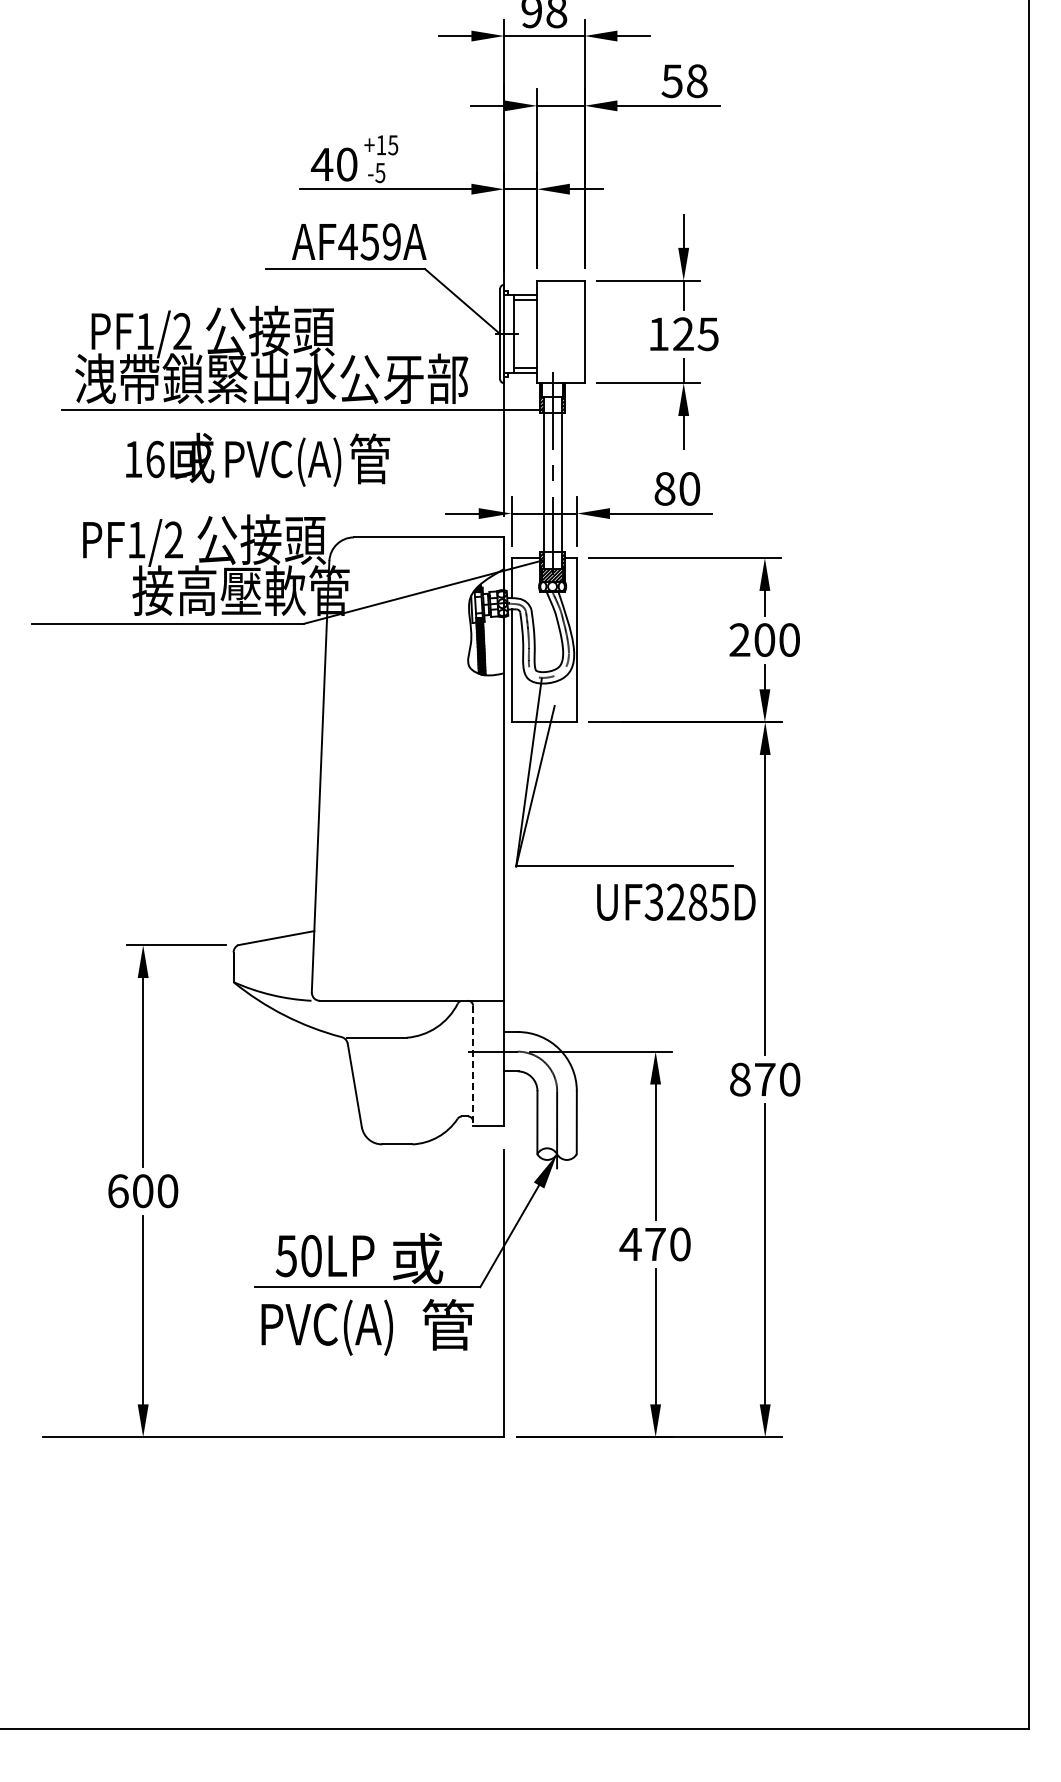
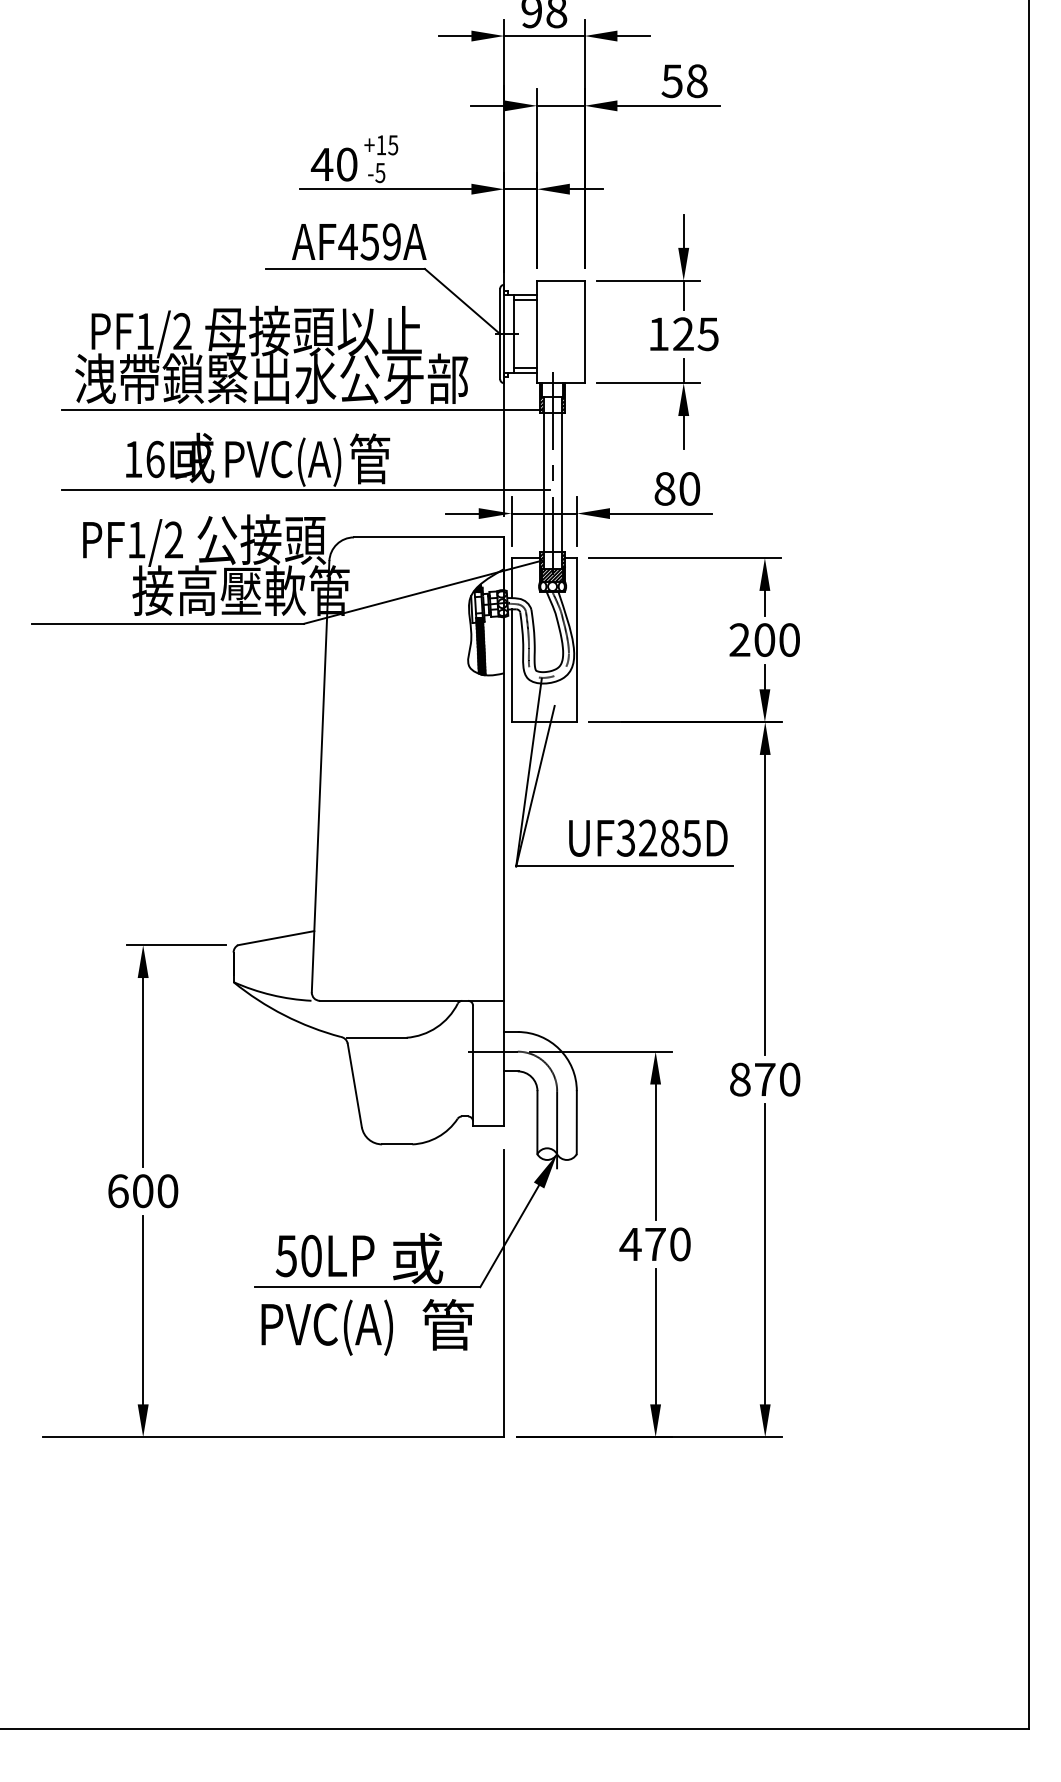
text at (313, 331): 公接頭 -> 母接頭以止
line at (305, 490): none -> present
text at (676, 901) position: (676, 901) -> (648, 837)
line at (473, 1066): dashed -> solid
